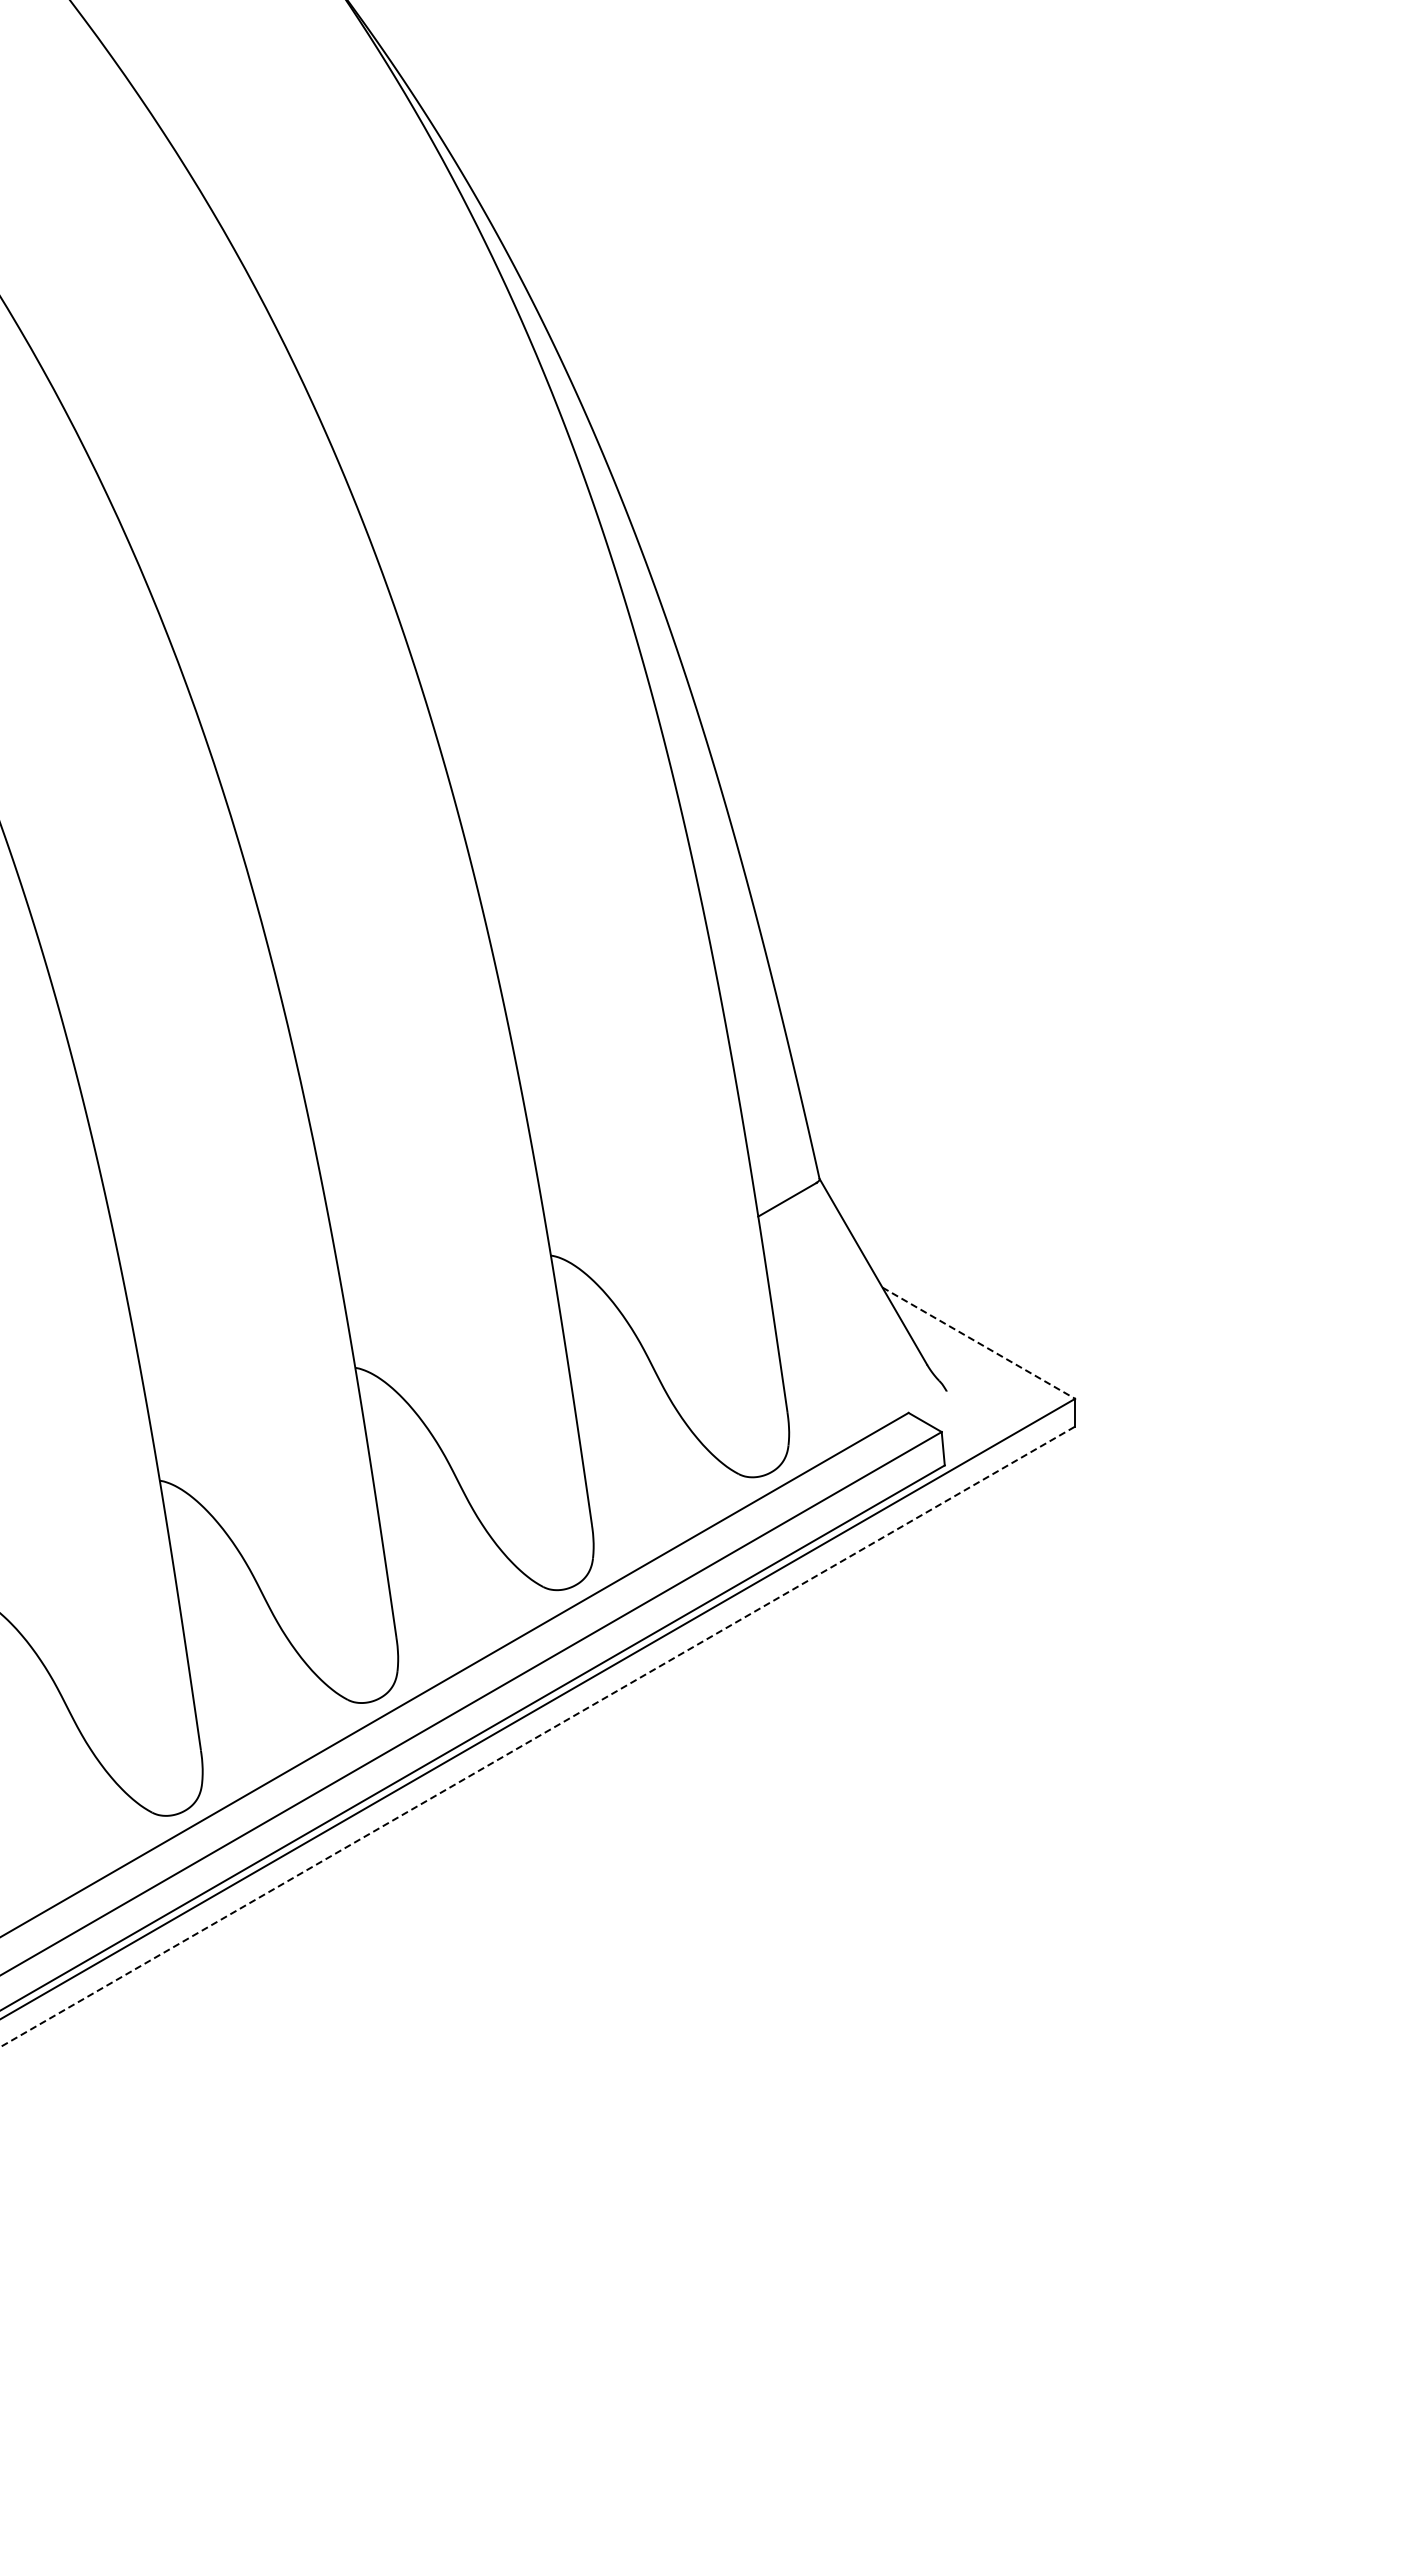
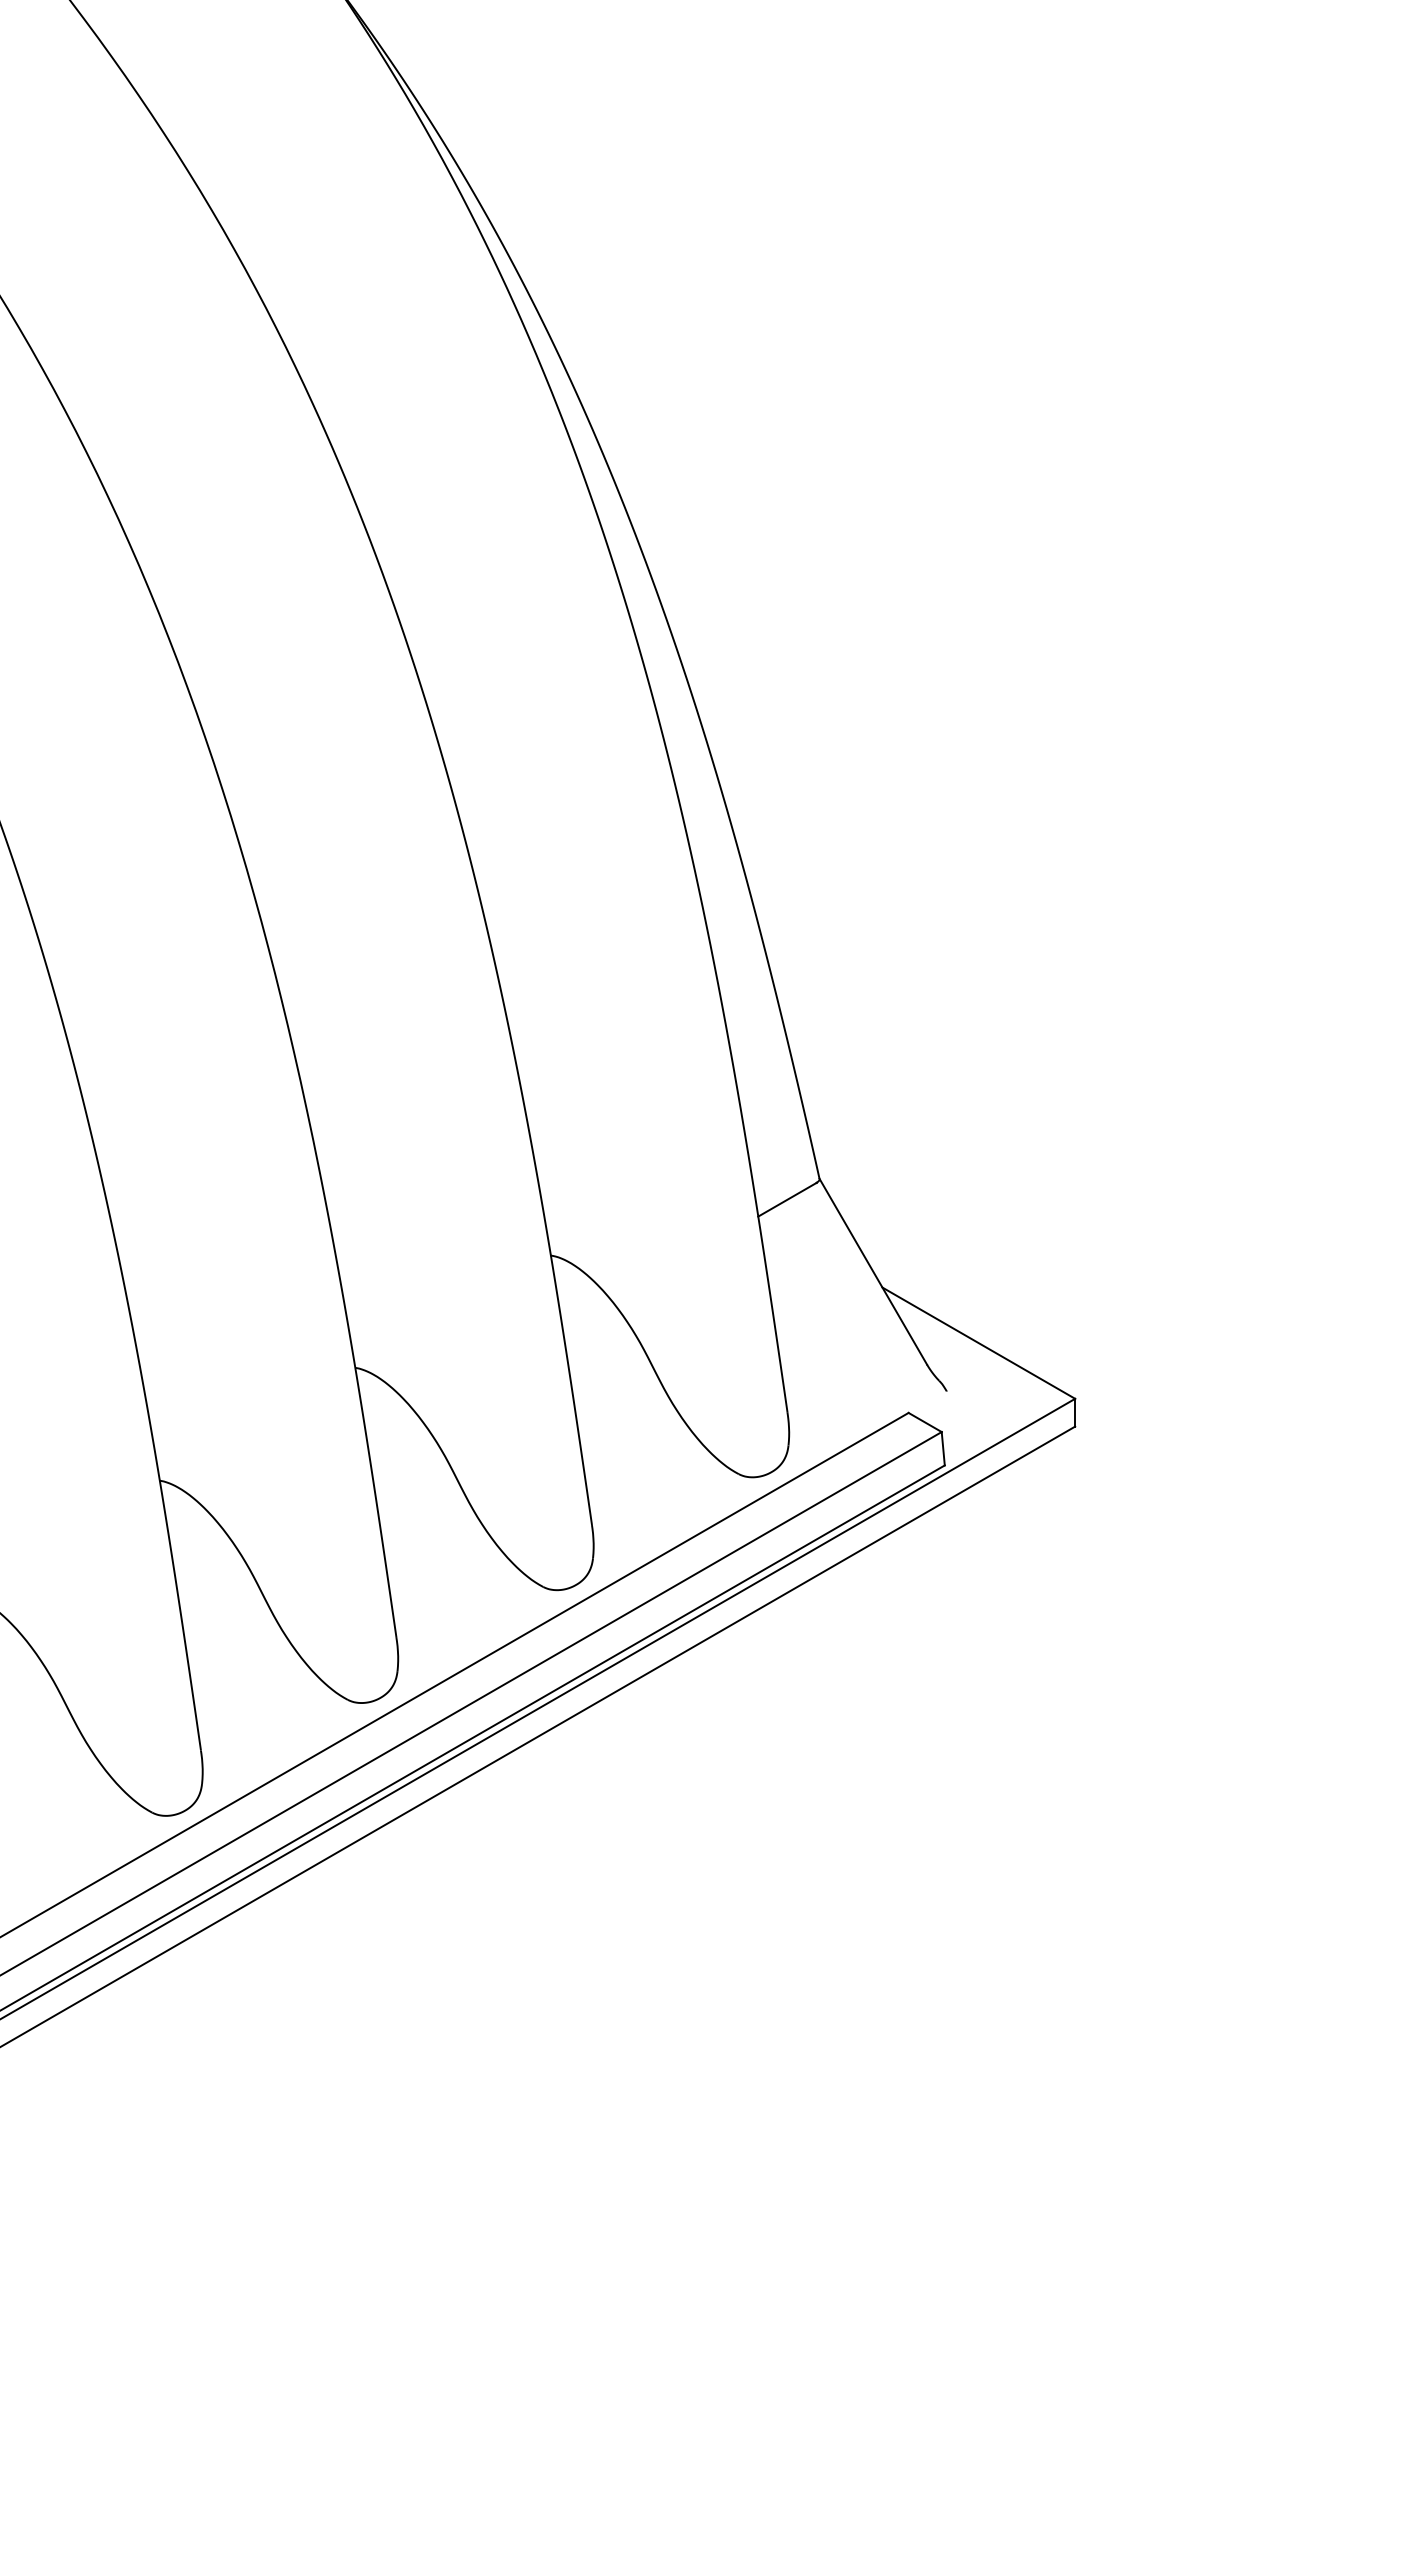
line at (979, 1343): dashed -> solid
line at (538, 1736): dashed -> solid
